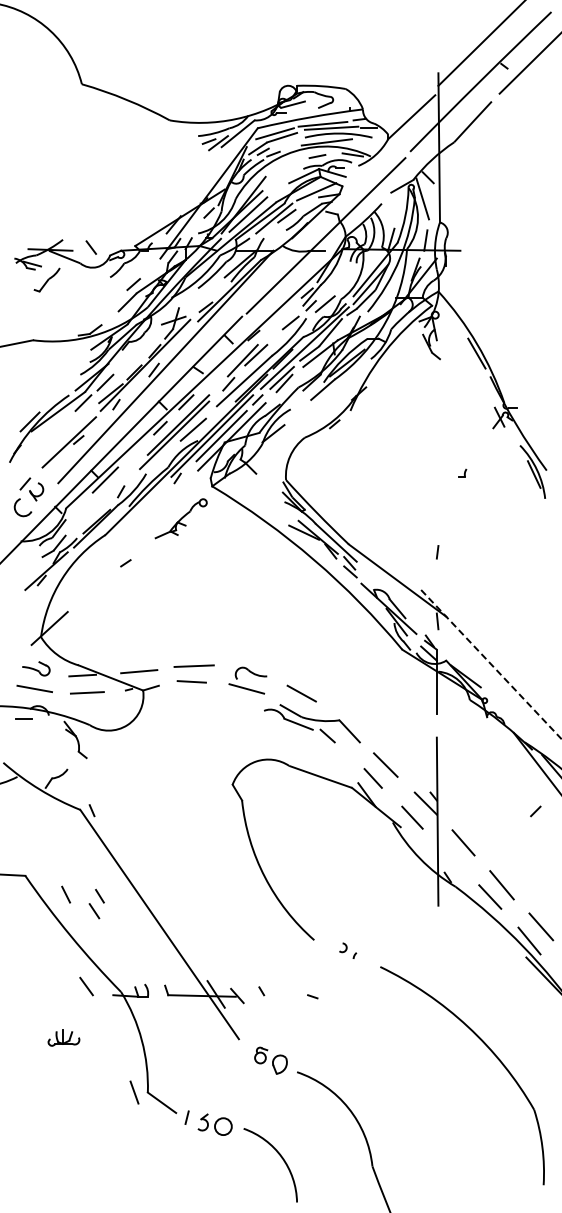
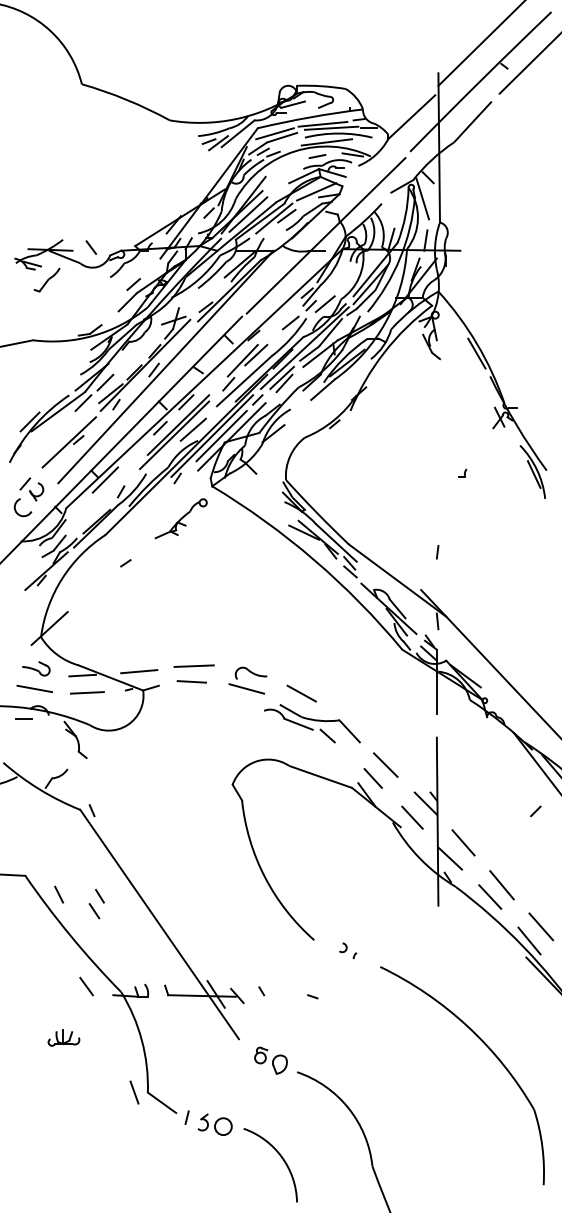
line at (491, 664): dashed -> solid
line at (449, 858): none -> present
line at (66, 894) position: (66, 894) -> (59, 894)
